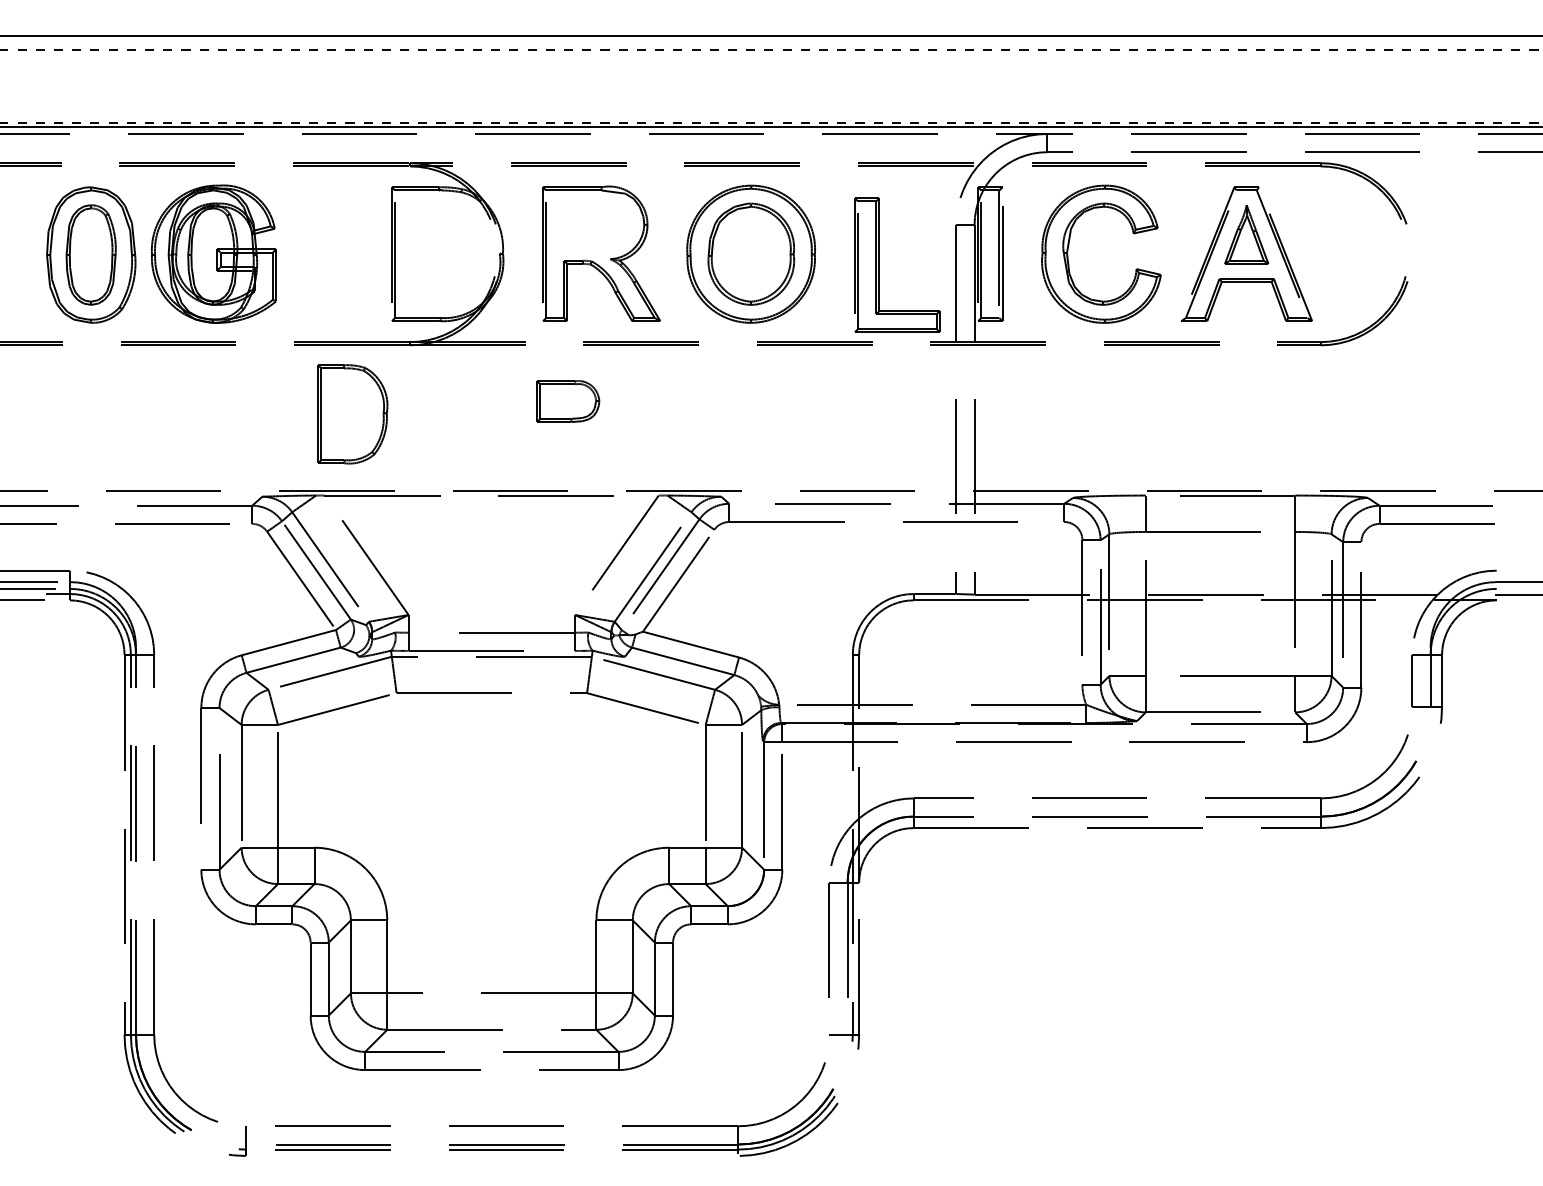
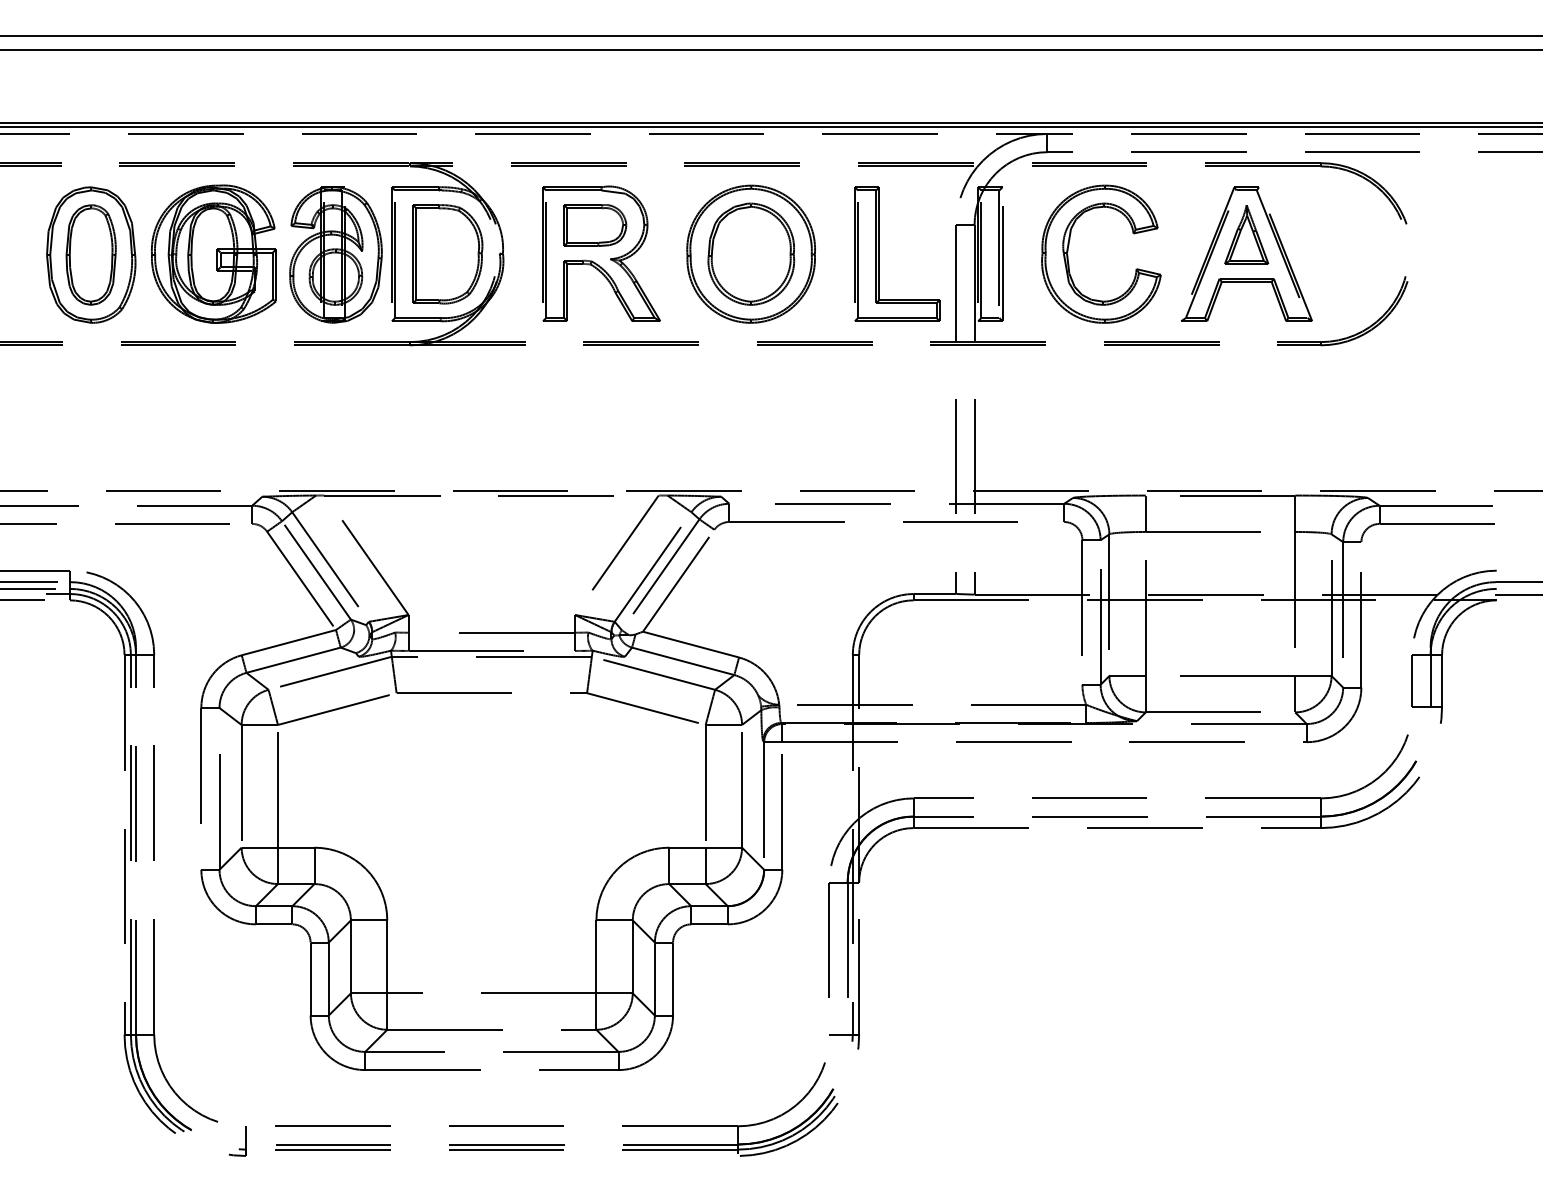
line at (772, 49): dashed -> solid
line at (772, 122): dashed -> solid
part at (335, 254): none -> present
part at (879, 264) position: (879, 264) -> (879, 253)
part at (568, 401) position: (568, 401) -> (595, 225)
part at (352, 414) position: (352, 414) -> (447, 254)
